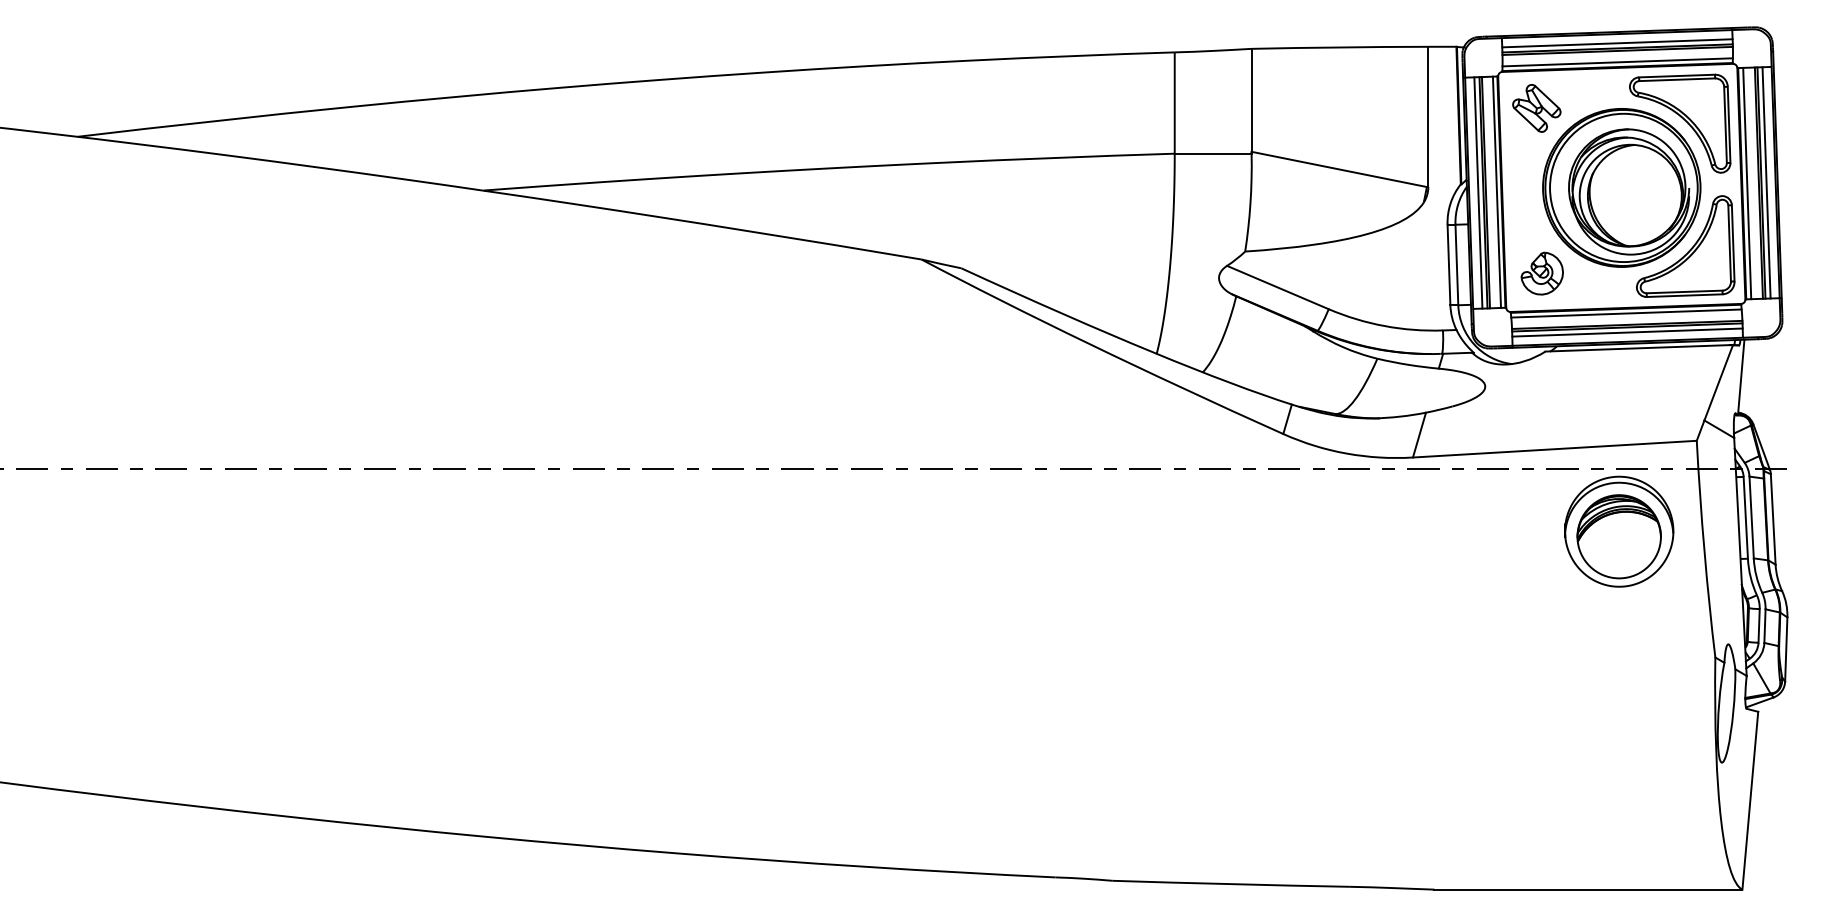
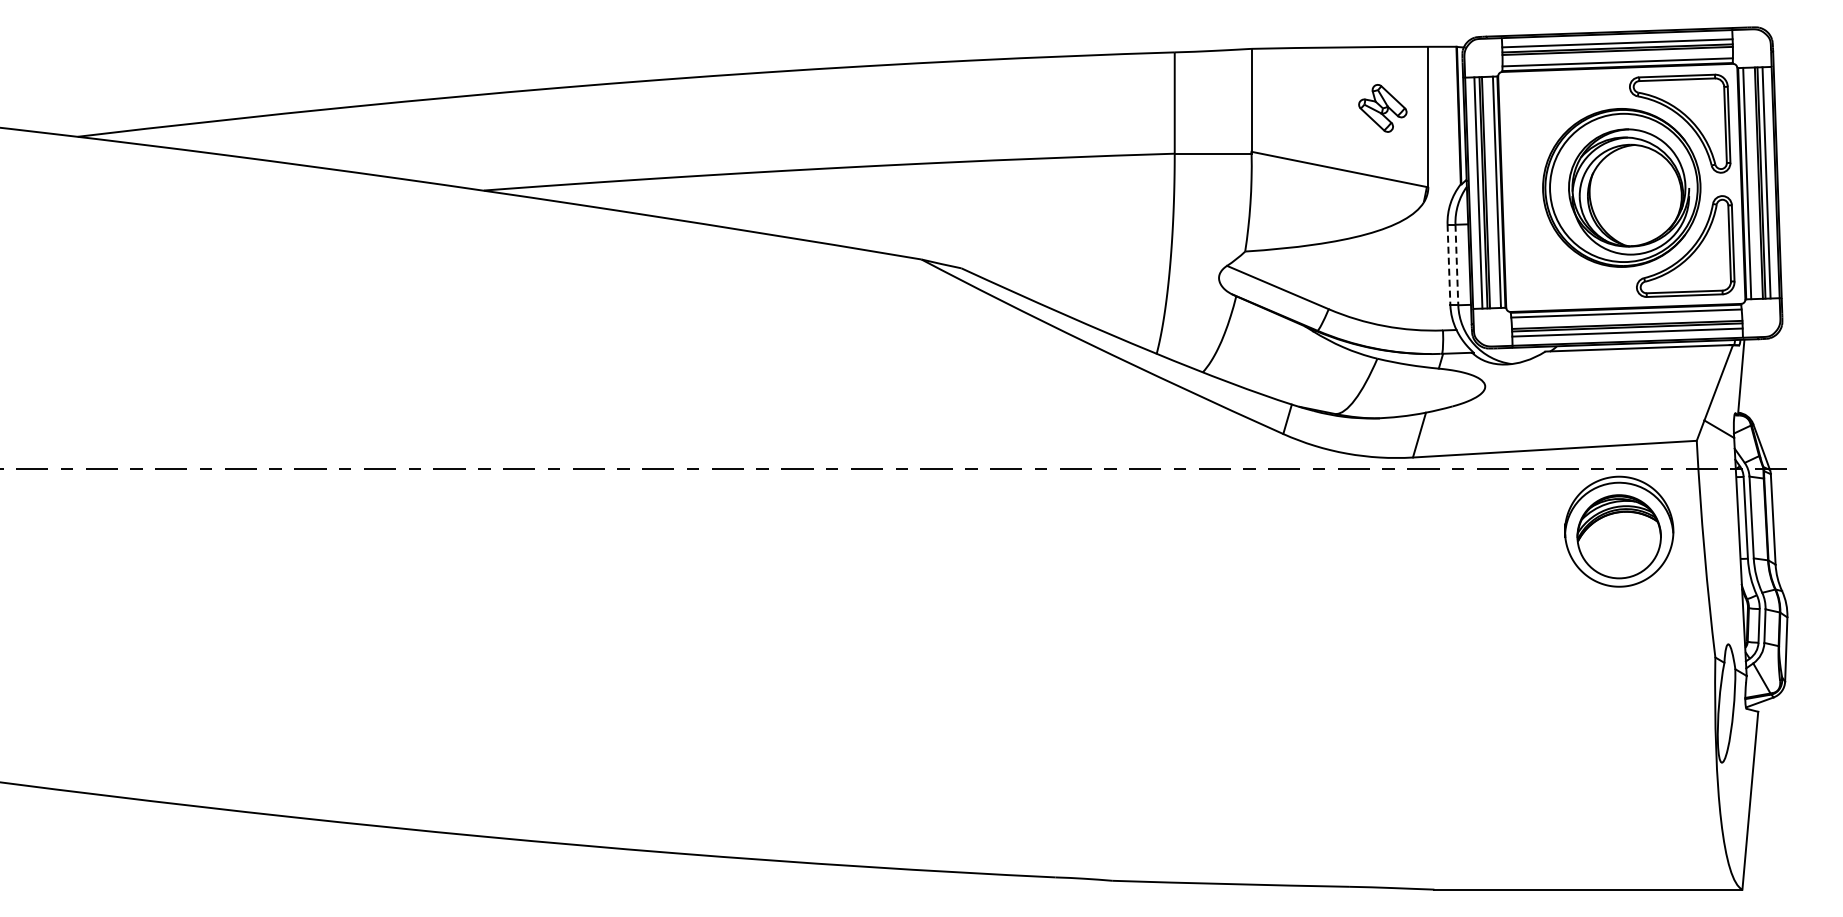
part at (1536, 108) position: (1536, 108) -> (1382, 108)
line at (1448, 265): solid -> dashed
line at (1456, 265): solid -> dashed
part at (1541, 273): present -> none
